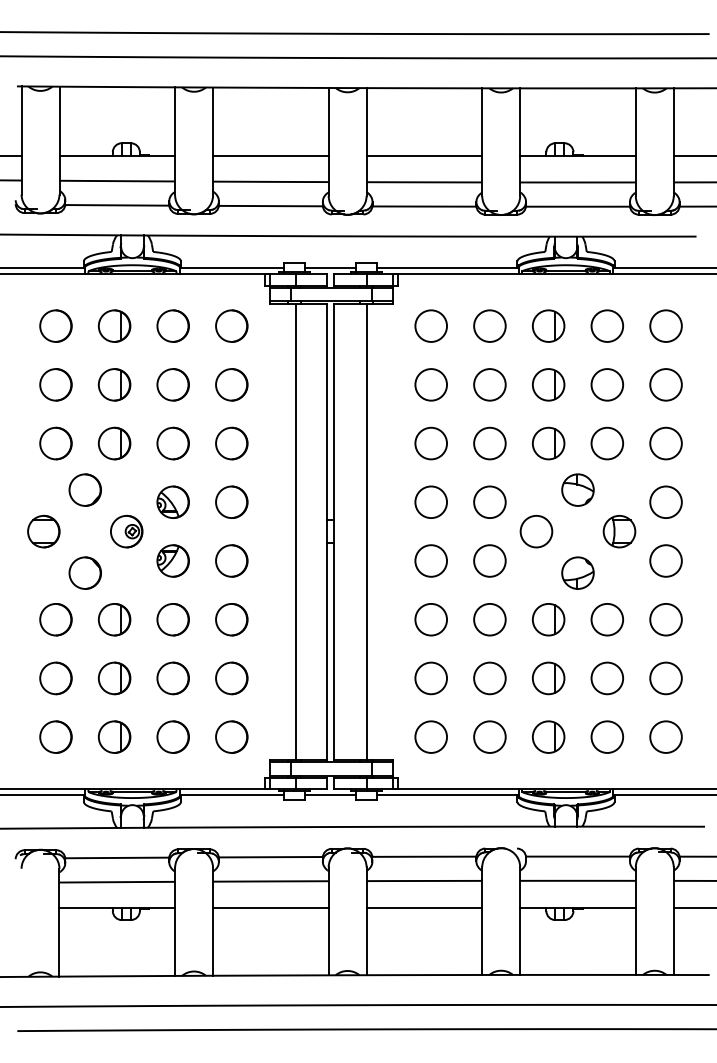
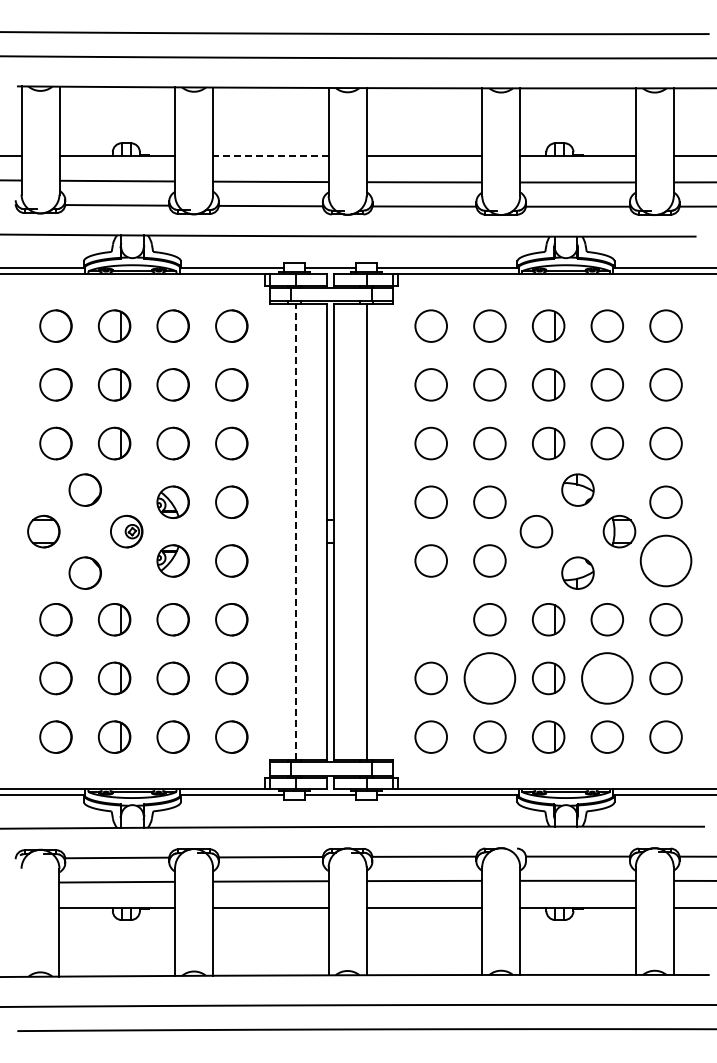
line at (270, 155): solid -> dashed
line at (296, 531): solid -> dashed
circle at (665, 560) diameter: 32 px -> 51 px
circle at (430, 619): present -> none
circle at (489, 678) diameter: 32 px -> 51 px
circle at (607, 678) diameter: 32 px -> 51 px
